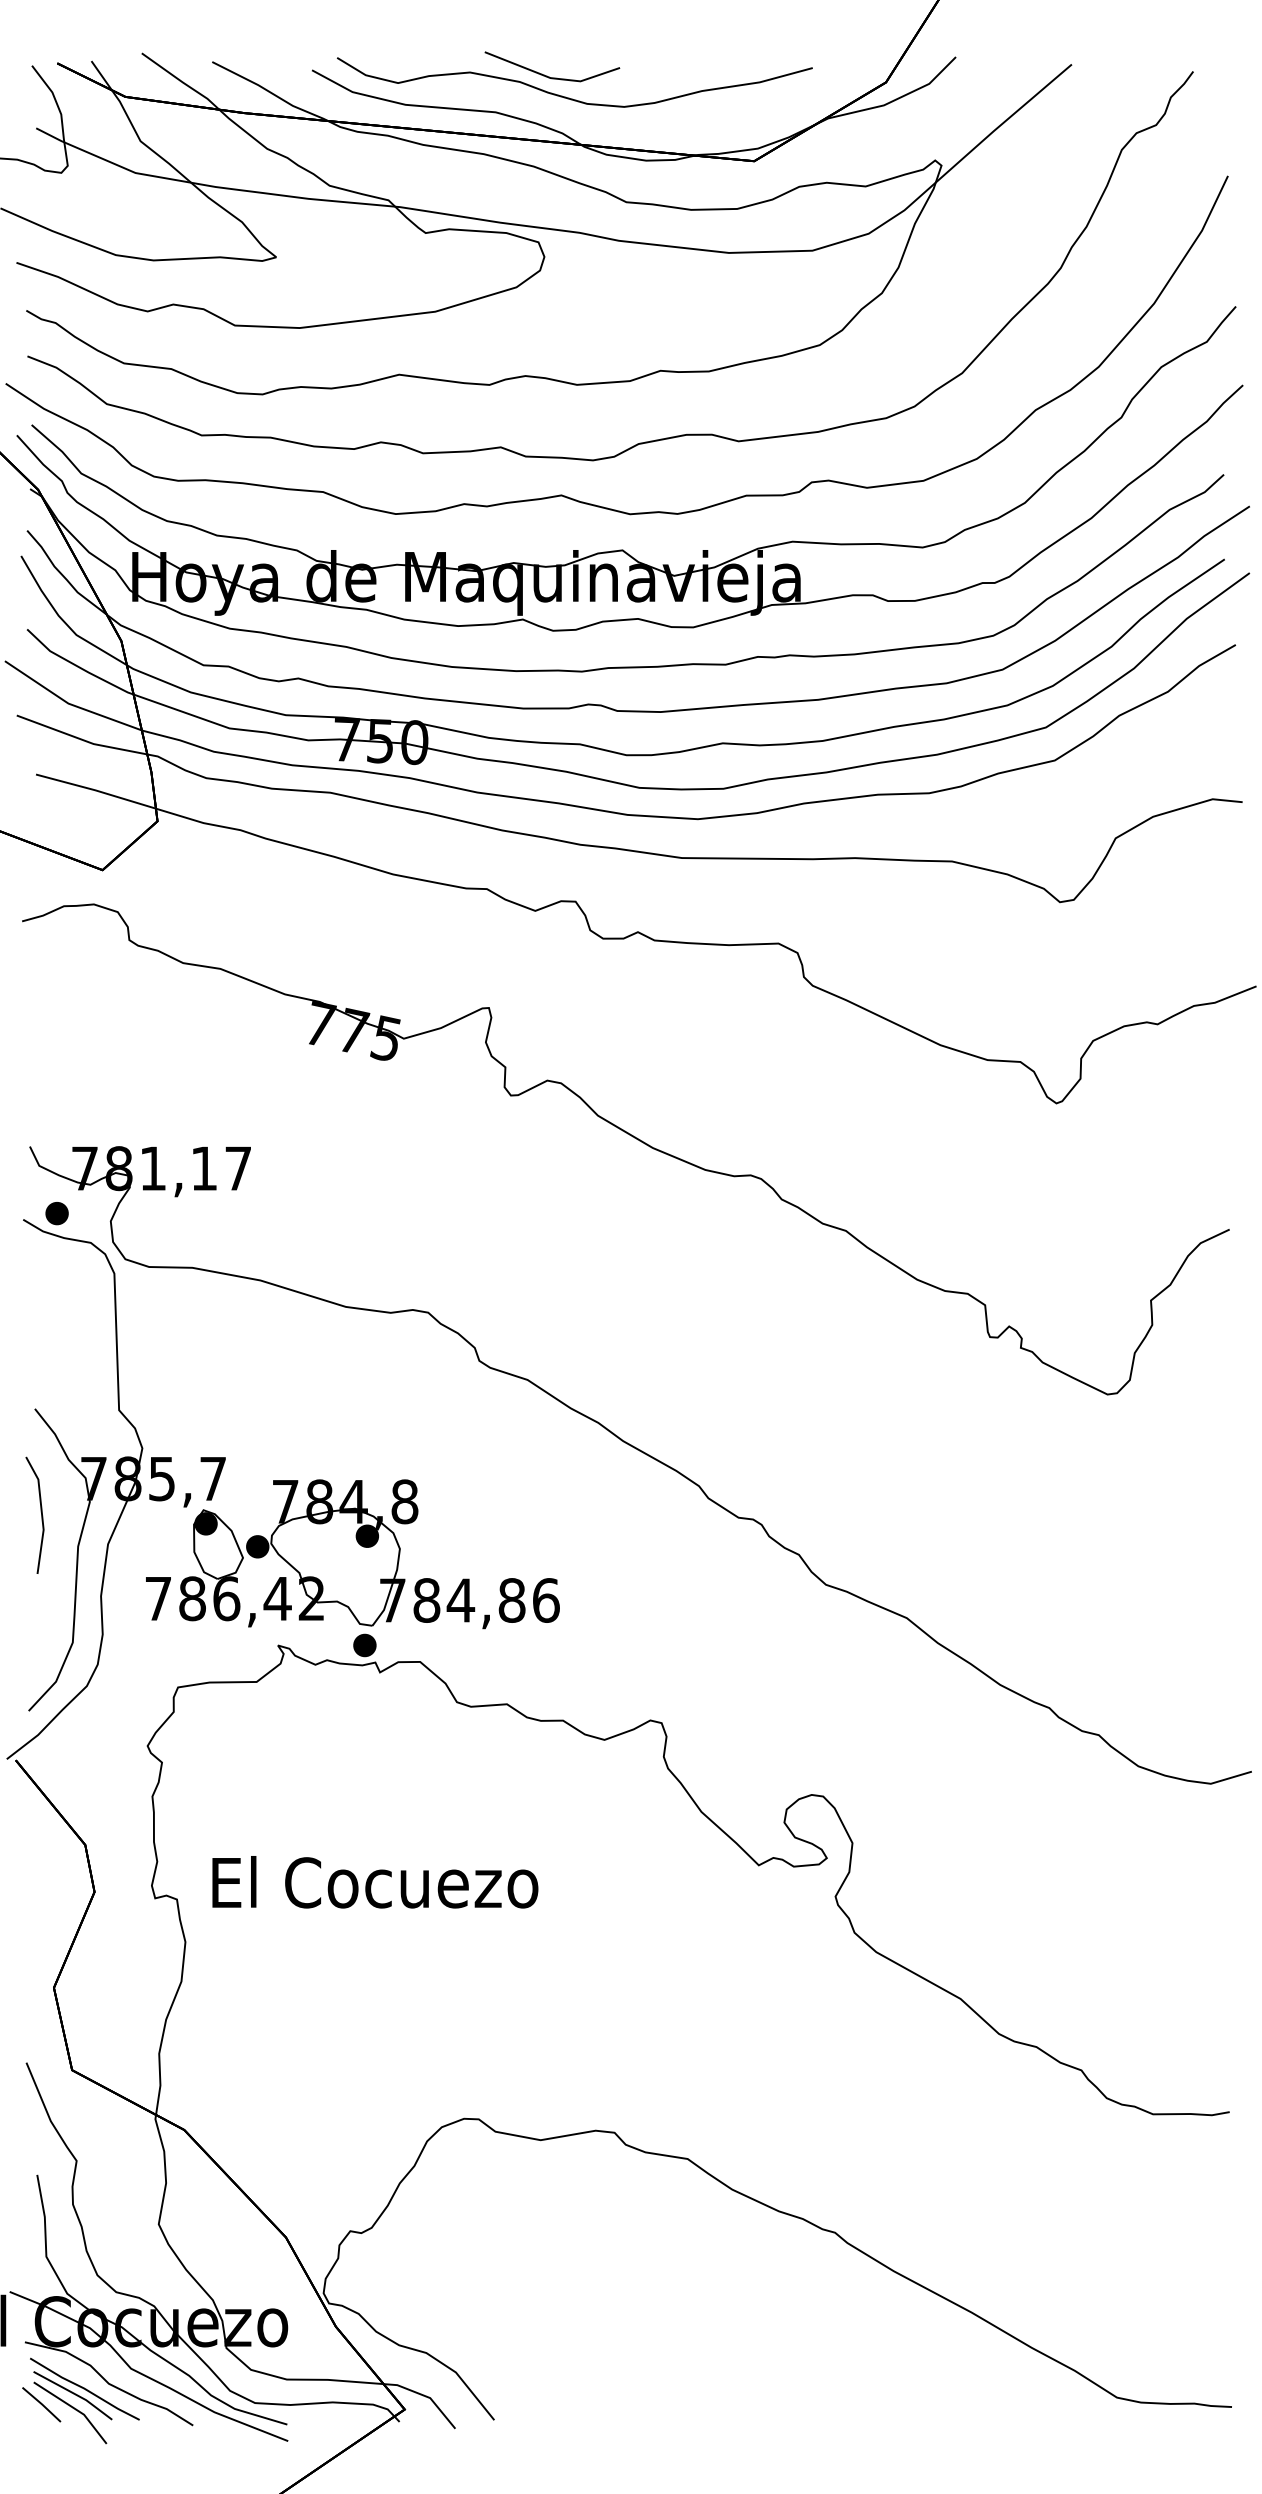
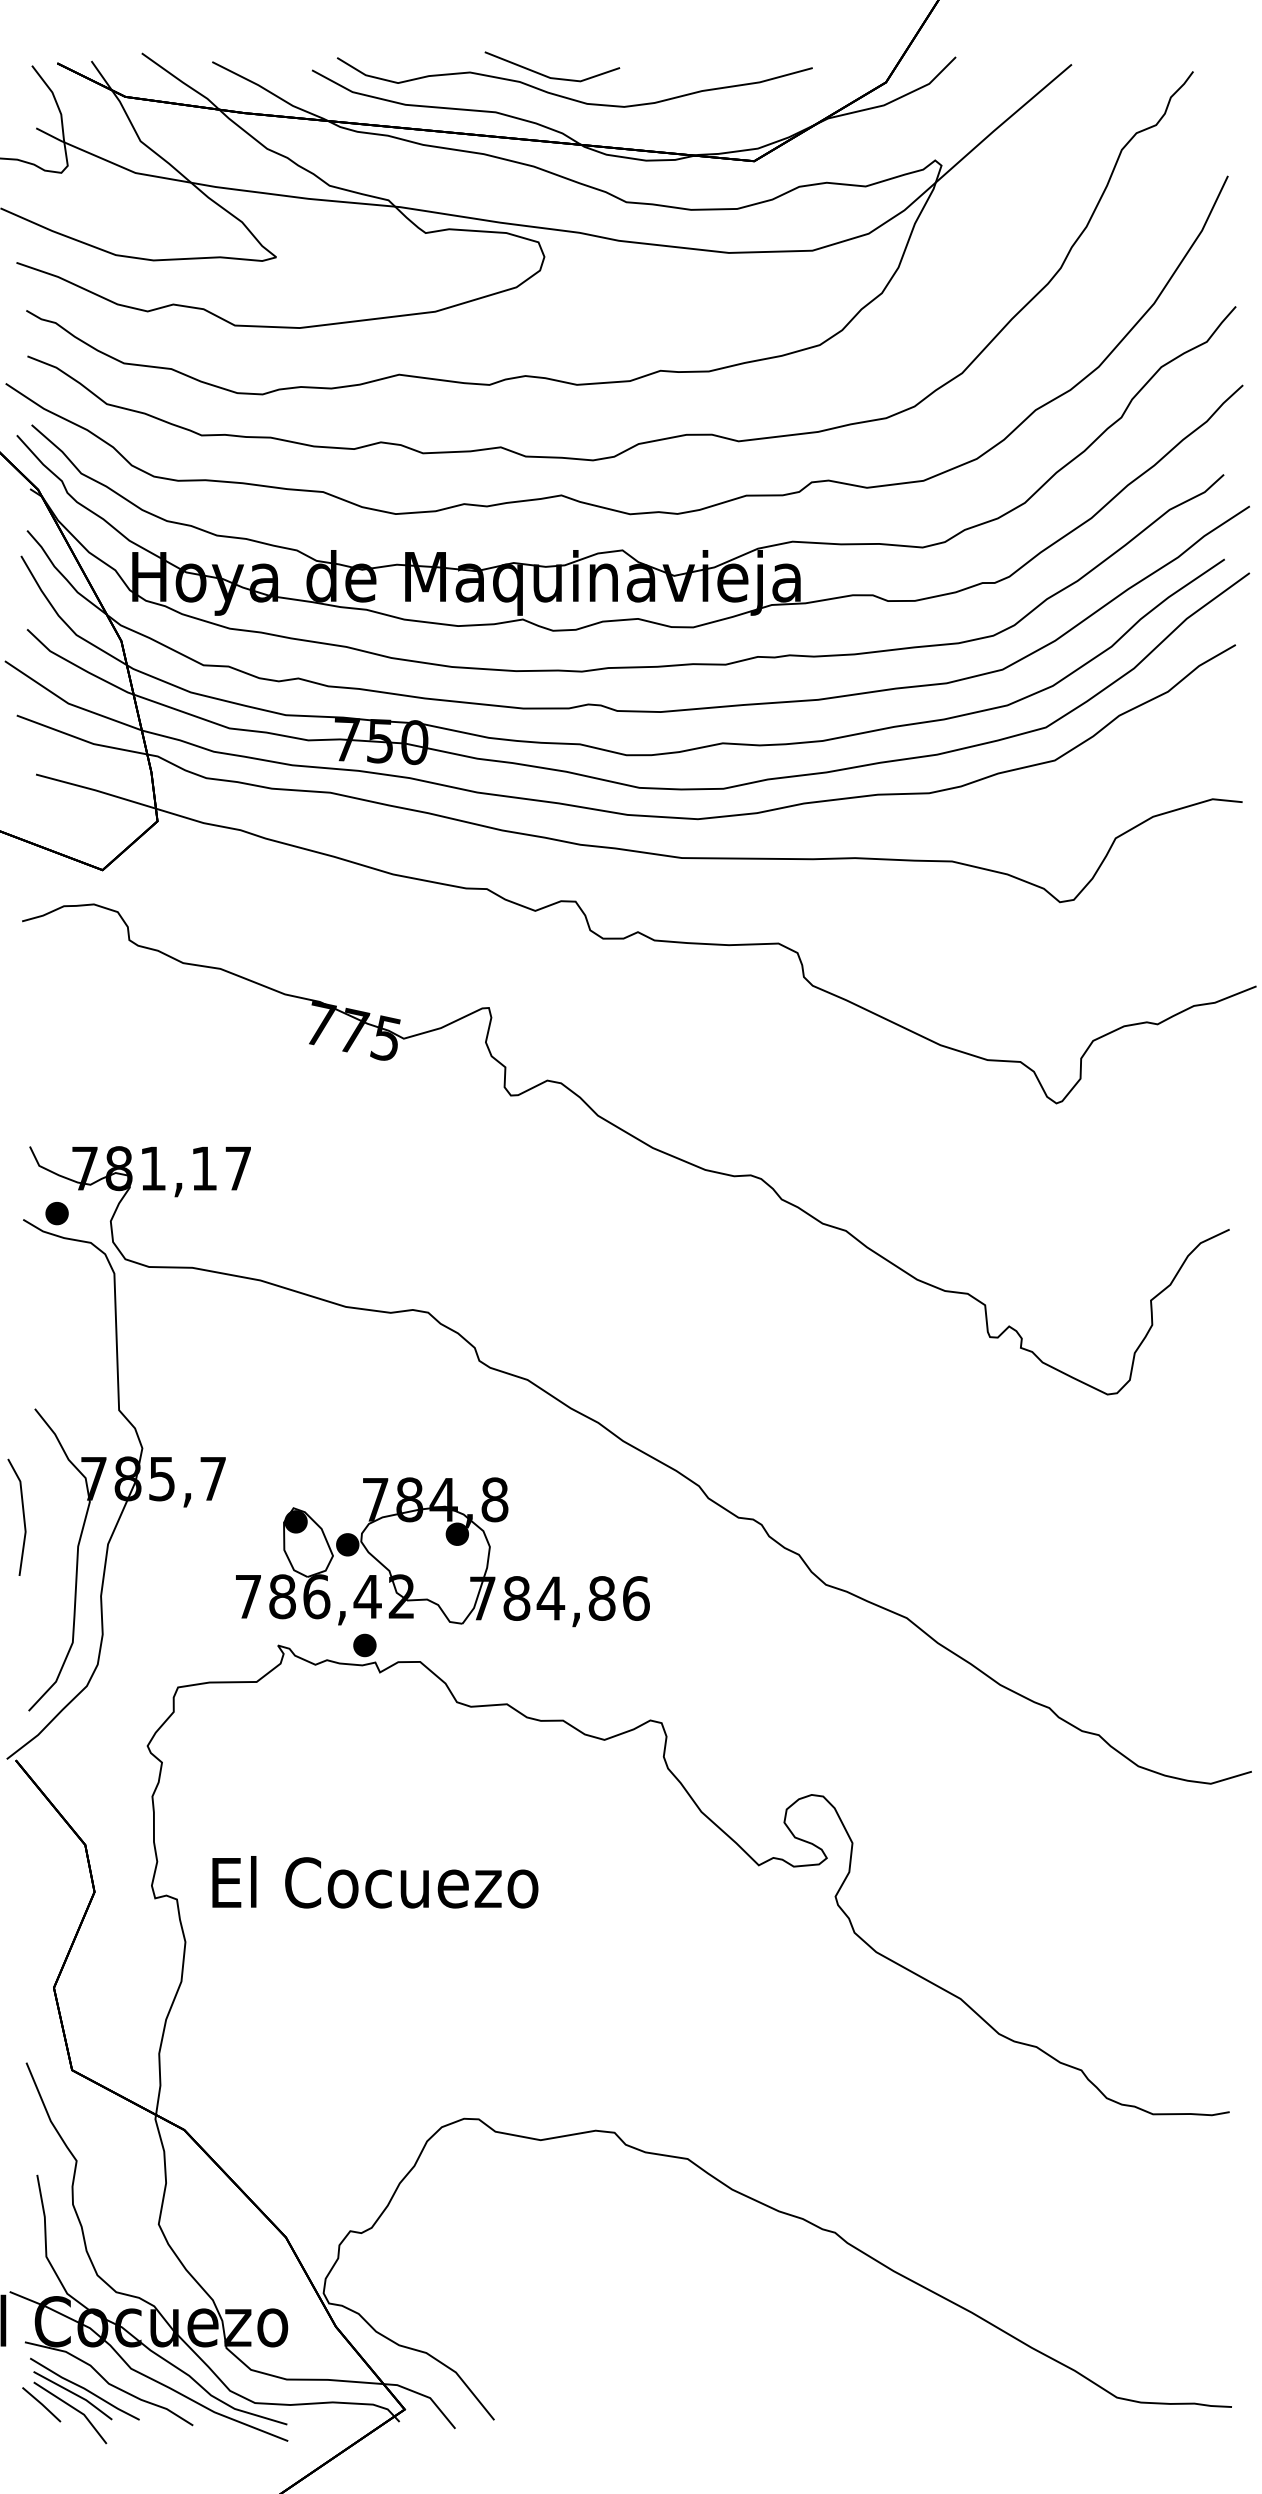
line at (40, 1512) position: (40, 1512) -> (22, 1514)
part at (352, 1554) position: (352, 1554) -> (442, 1552)
